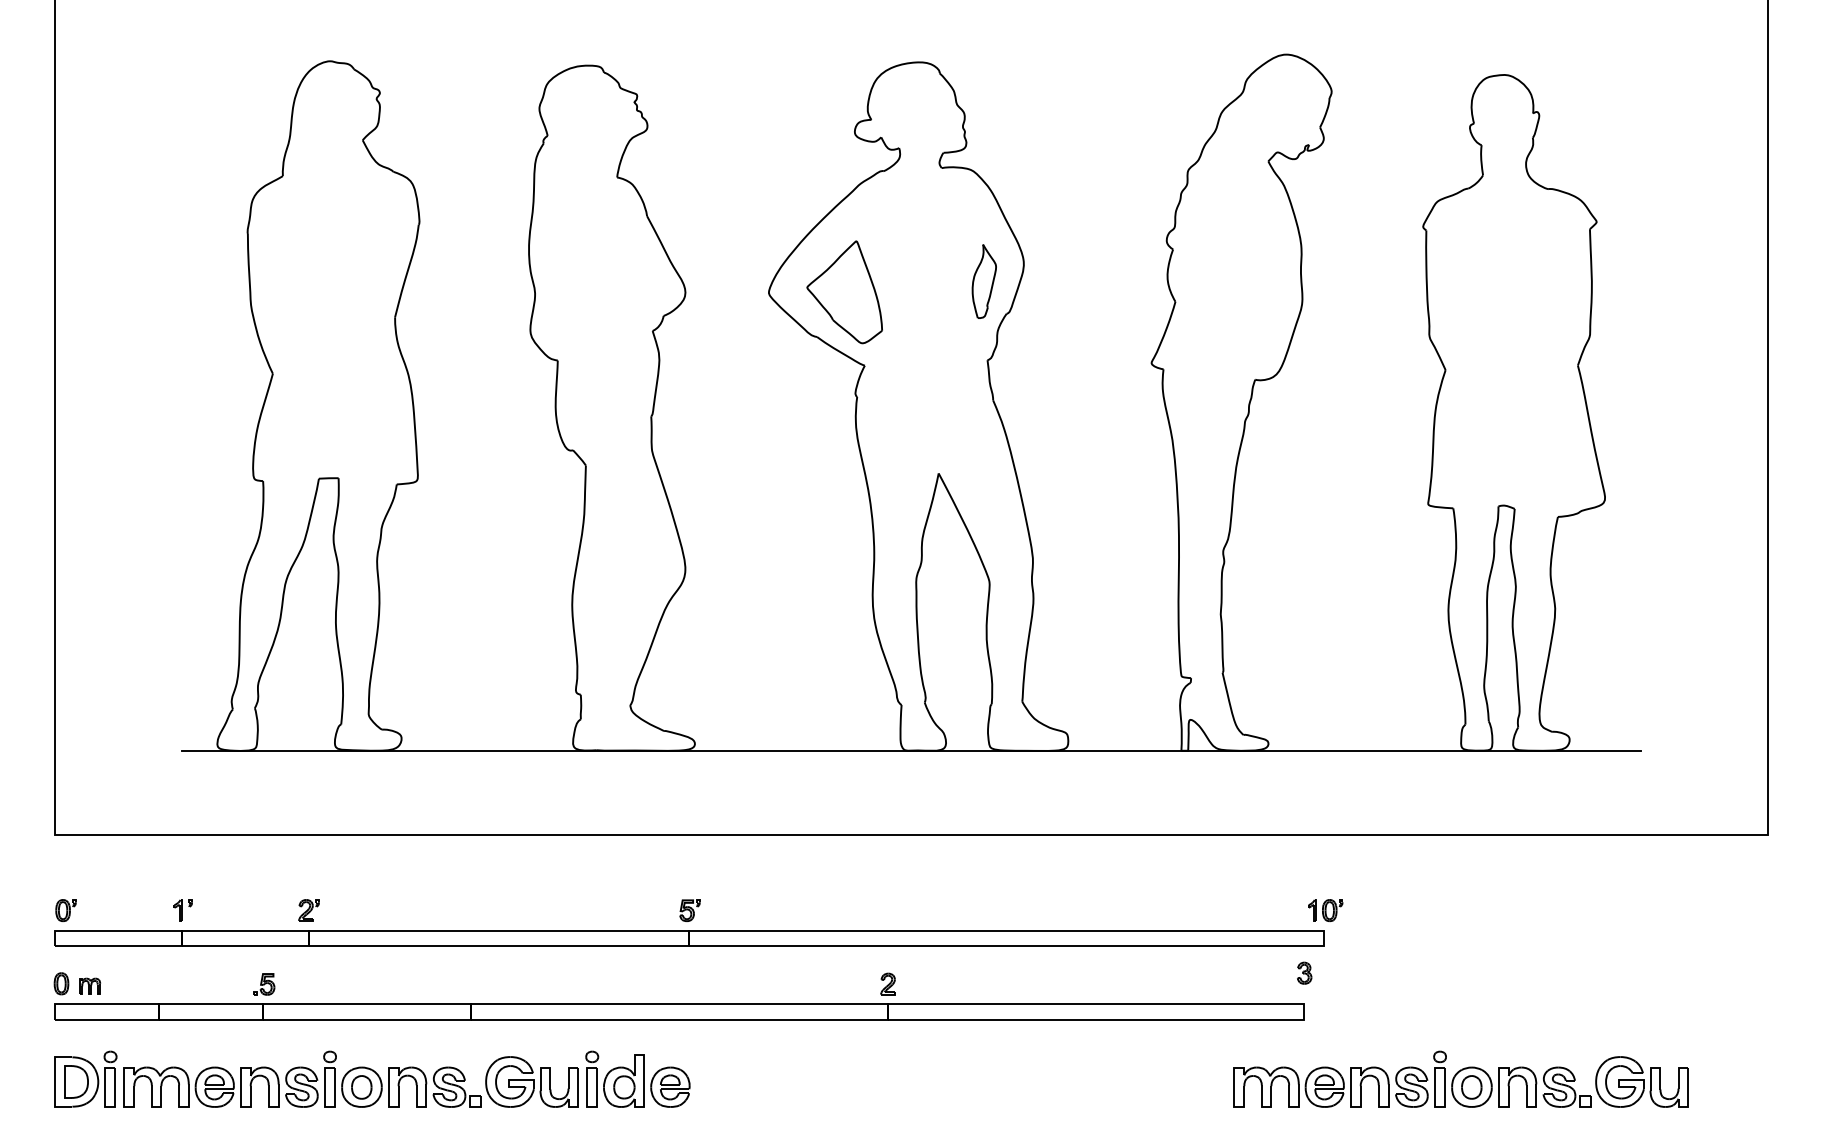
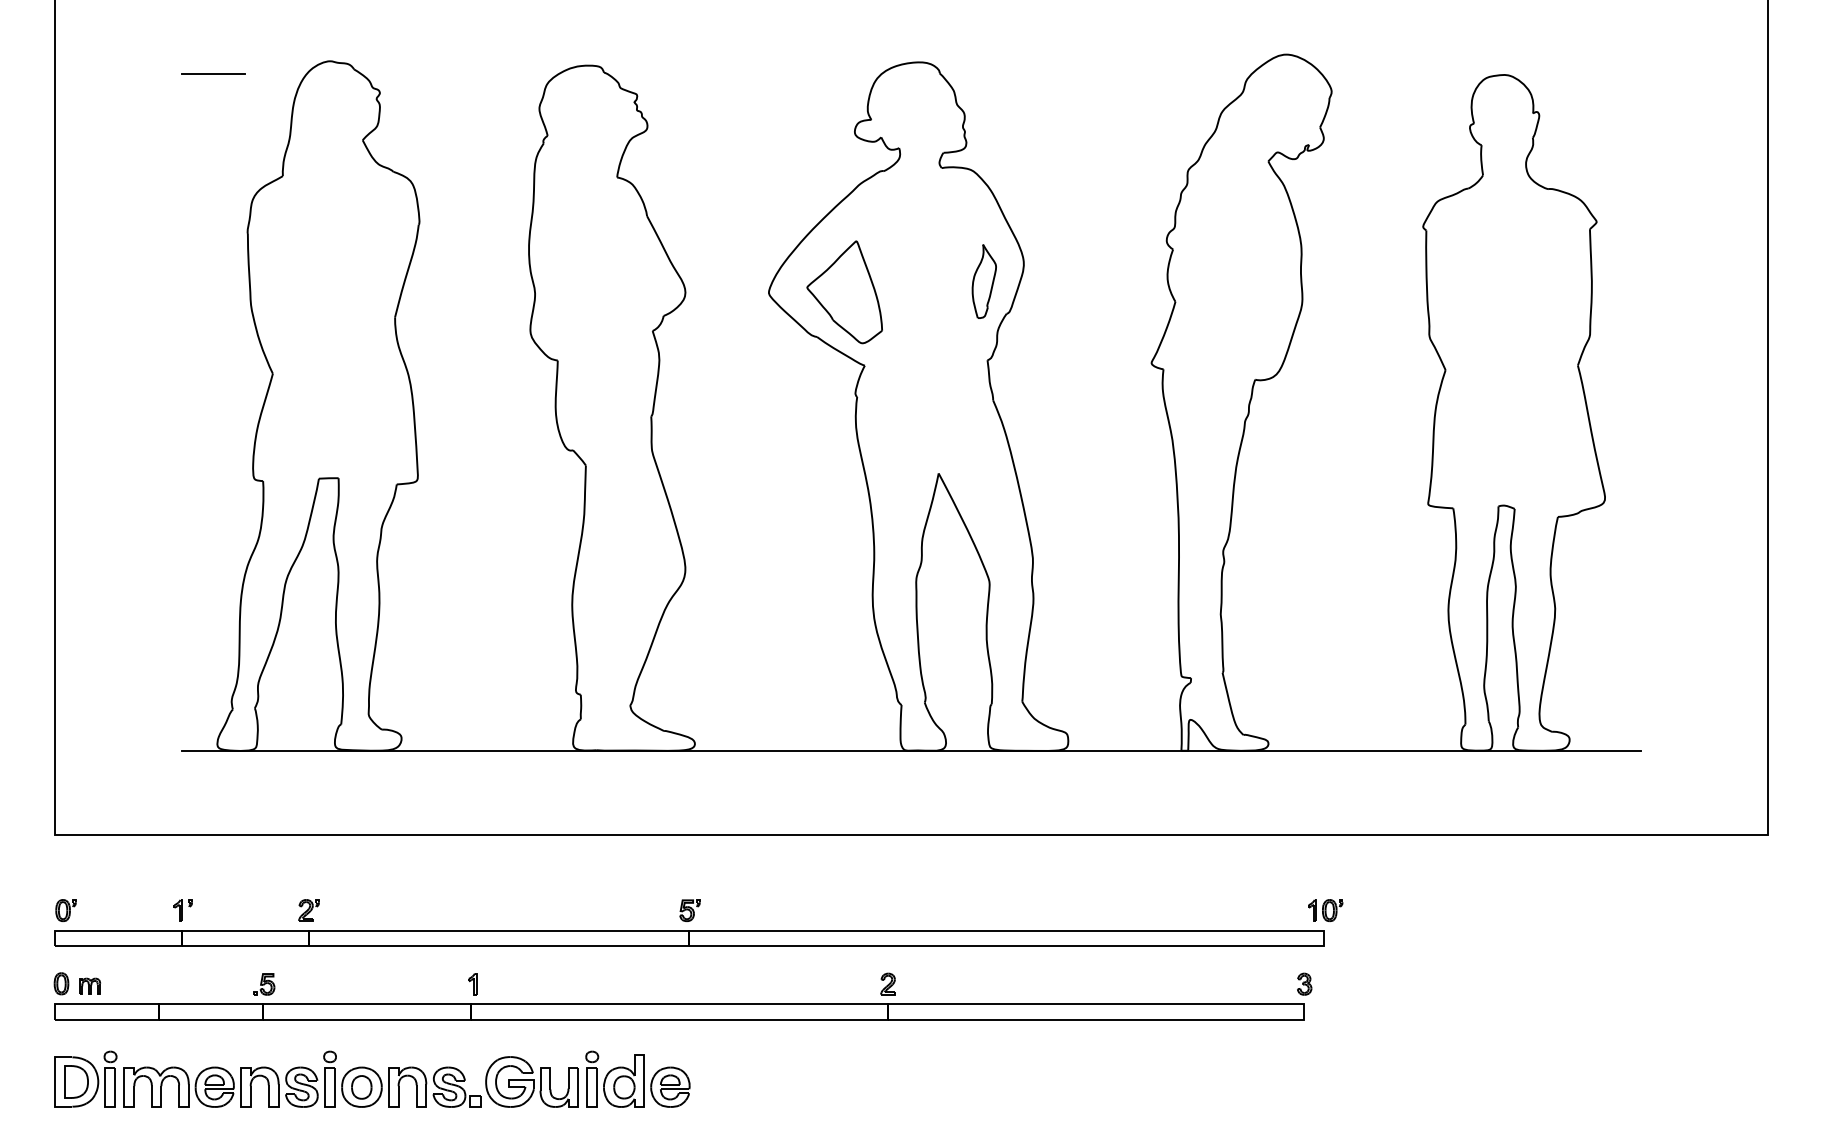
line at (213, 73): none -> present
part at (1304, 972) position: (1304, 972) -> (1304, 983)
part at (472, 984): none -> present
part at (1460, 1078): present -> none
